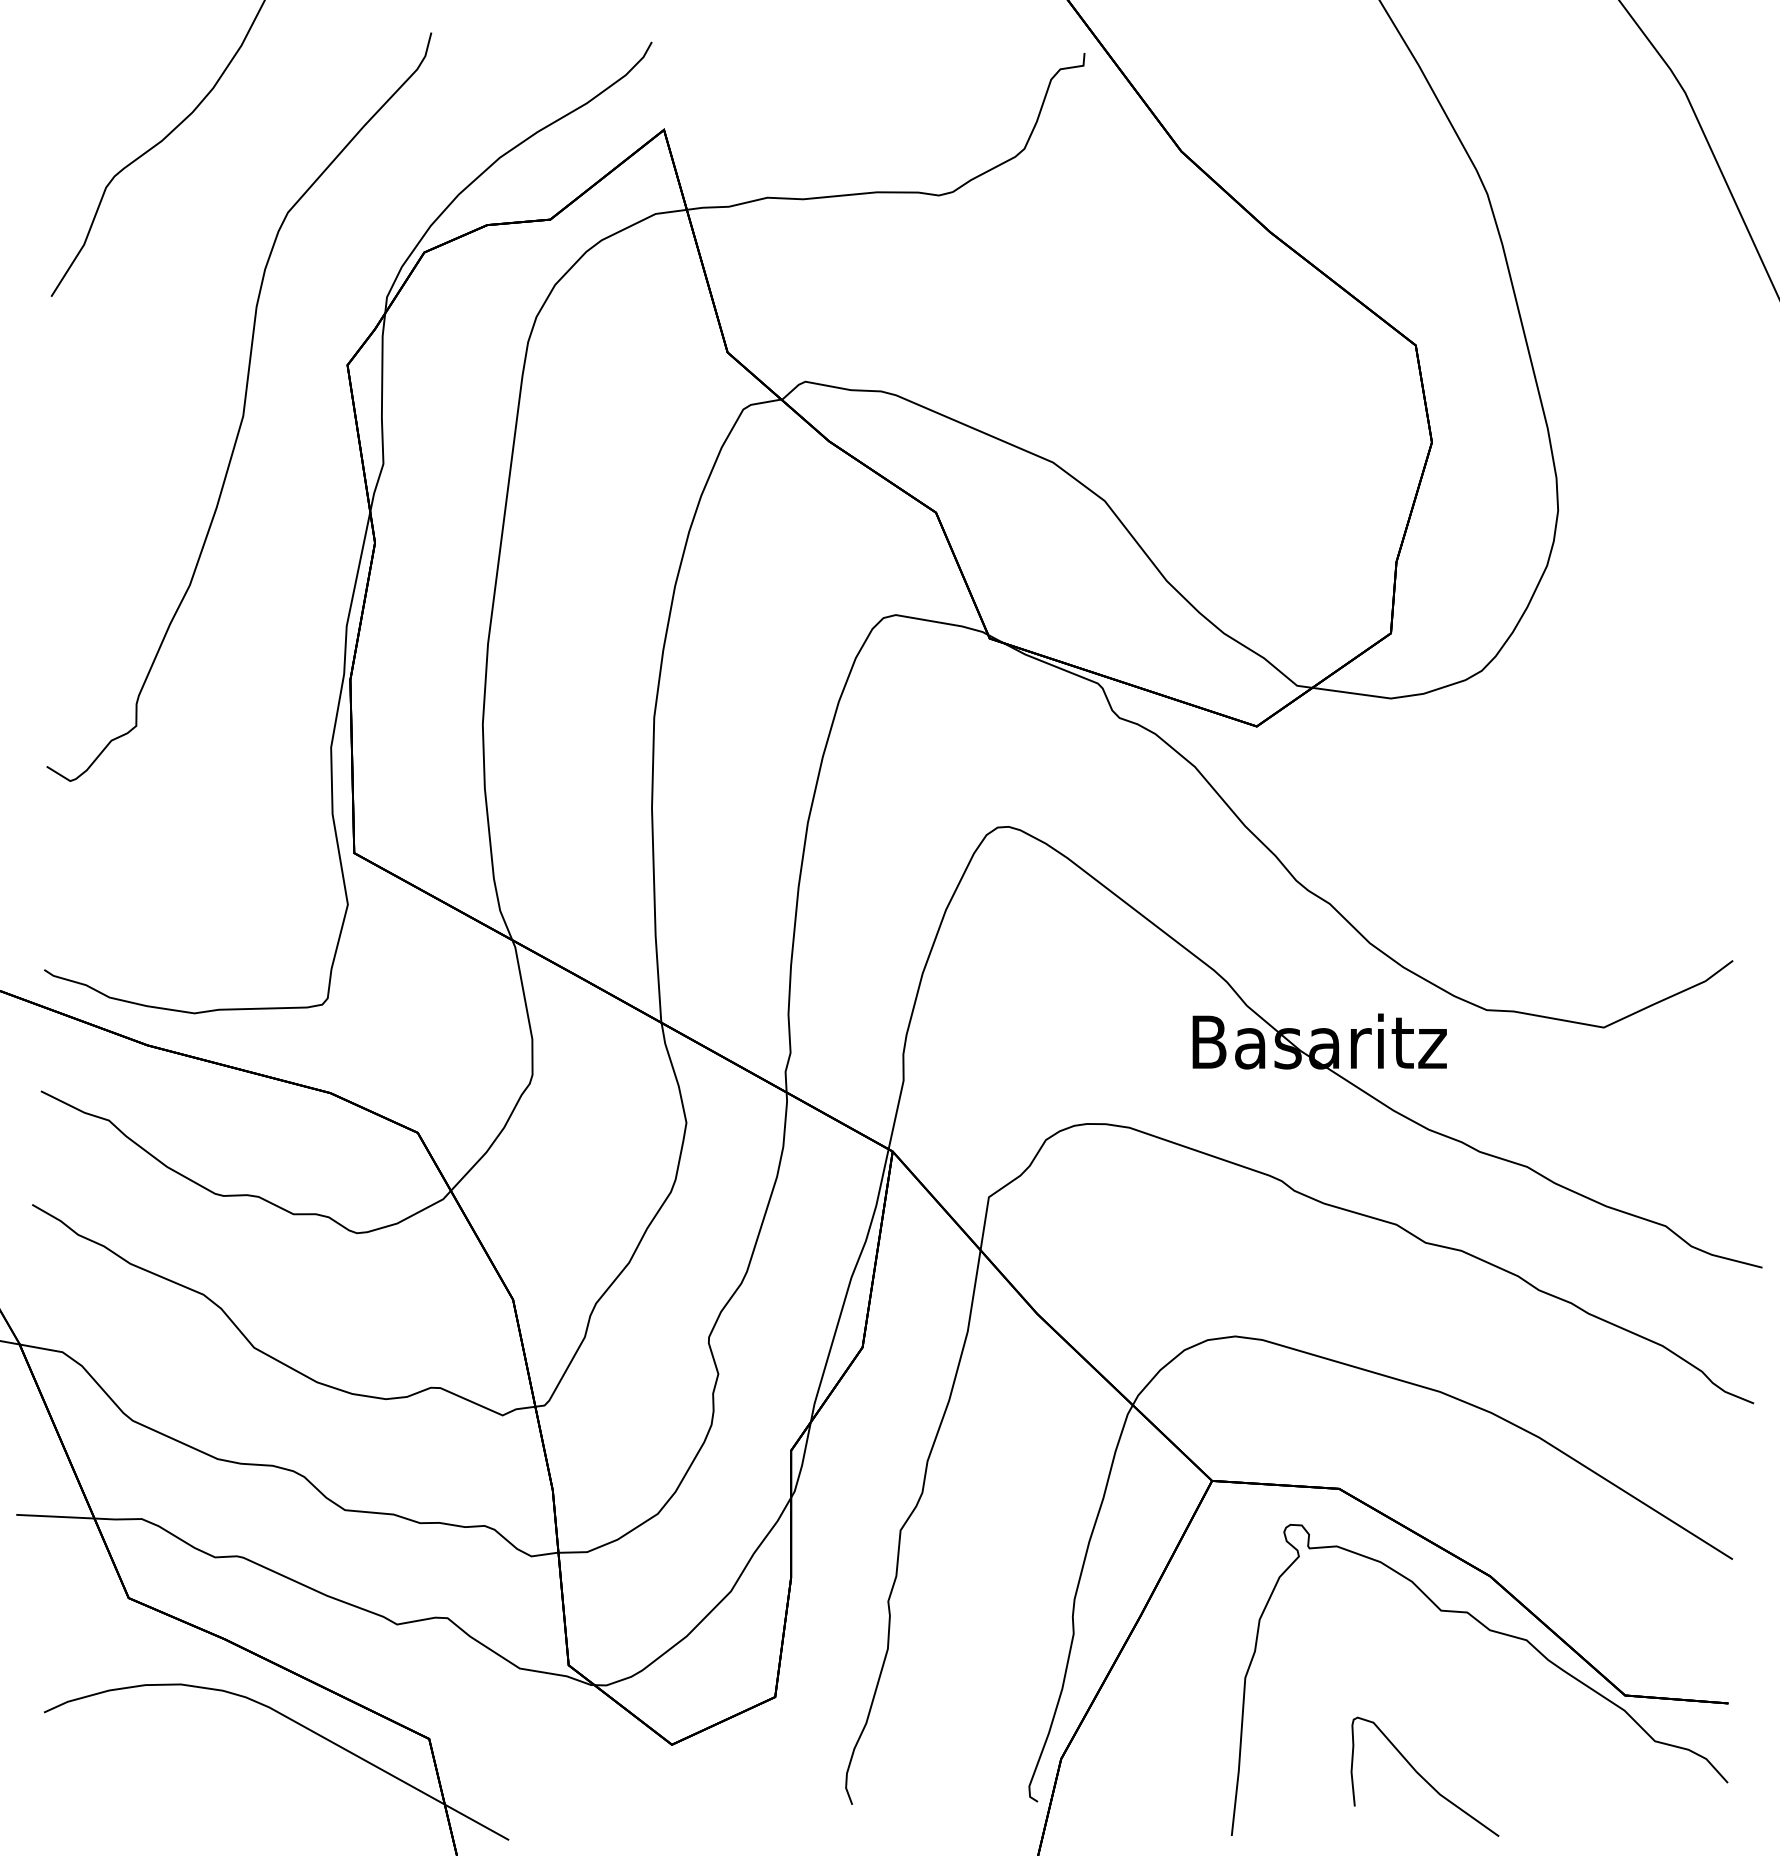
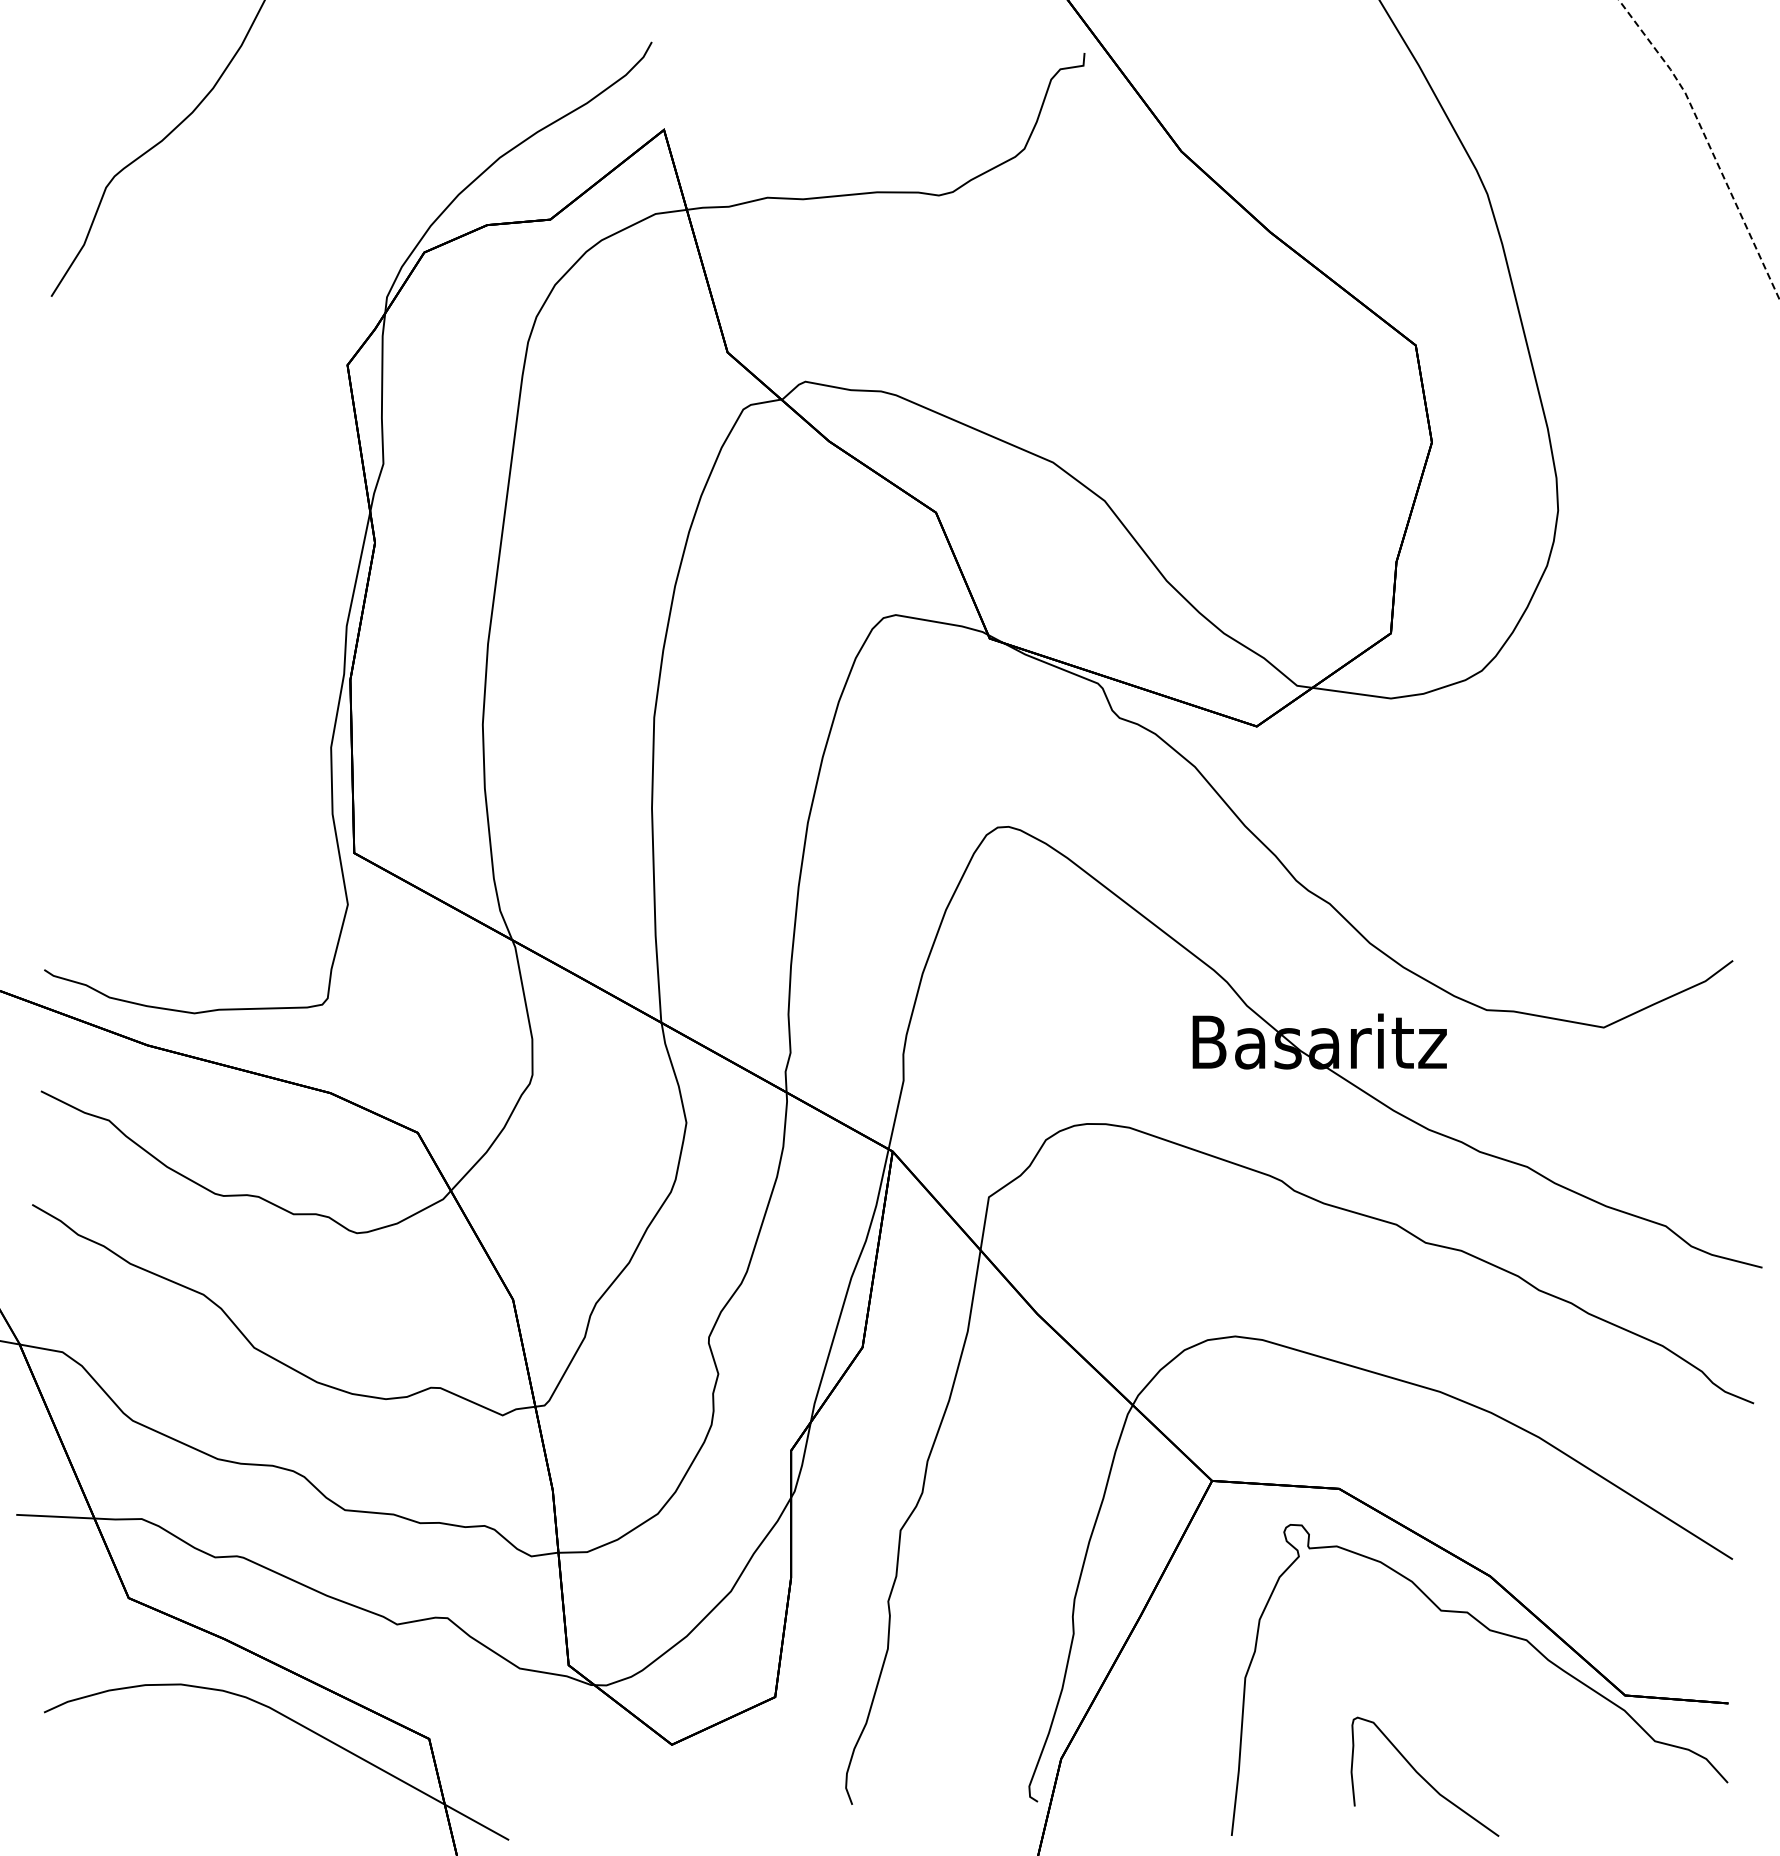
line at (1708, 143): solid -> dashed
curve at (243, 406): present -> none
